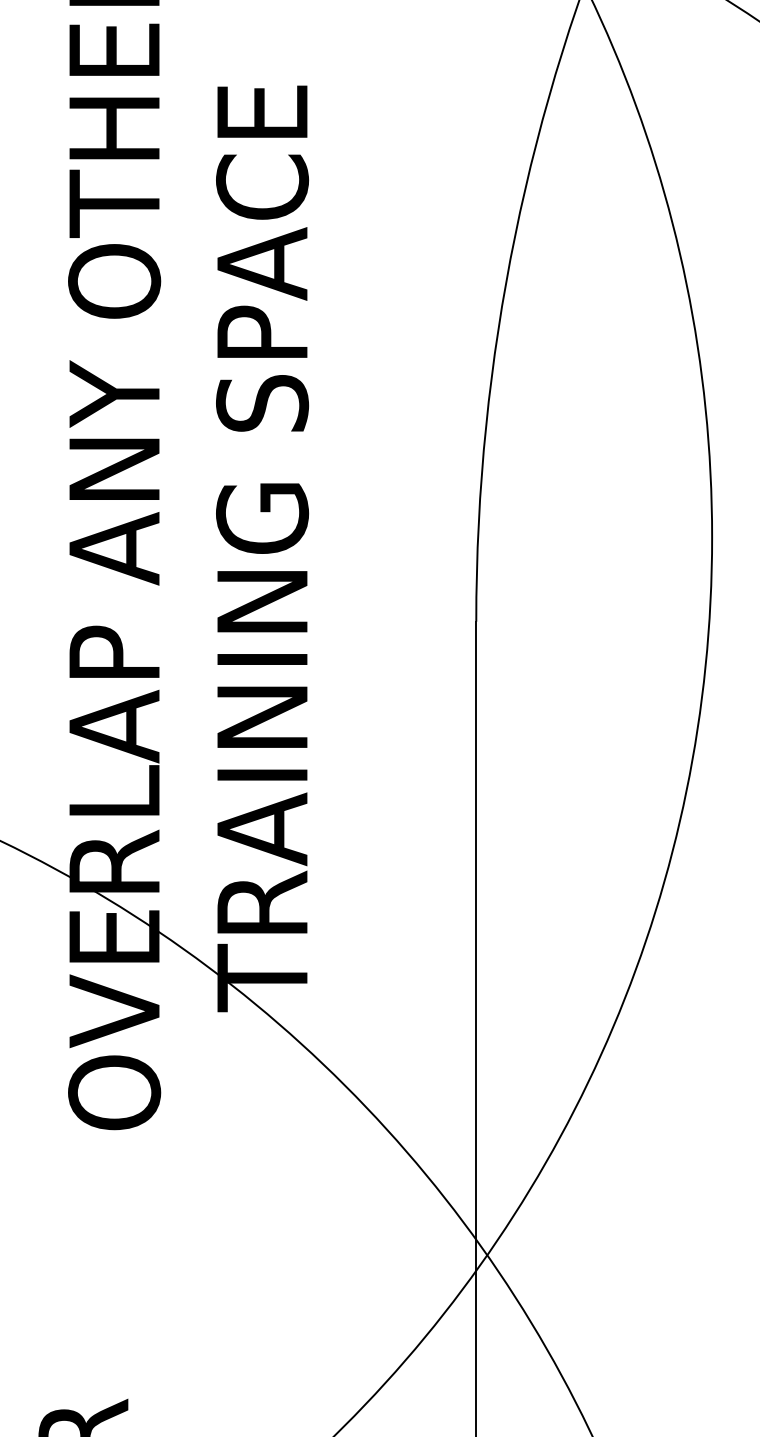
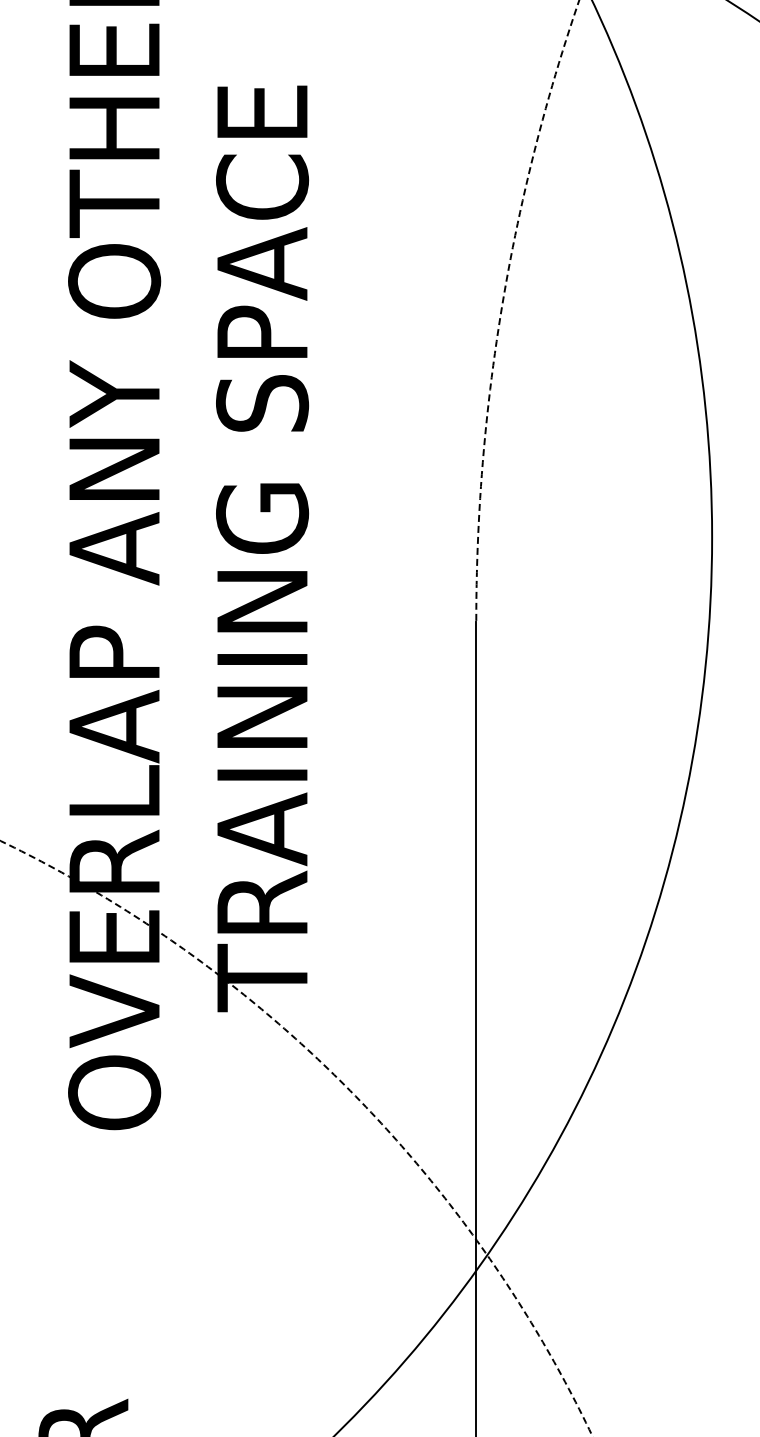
arc at (501, 308): solid -> dashed
circle at (296, 1138): solid -> dashed
